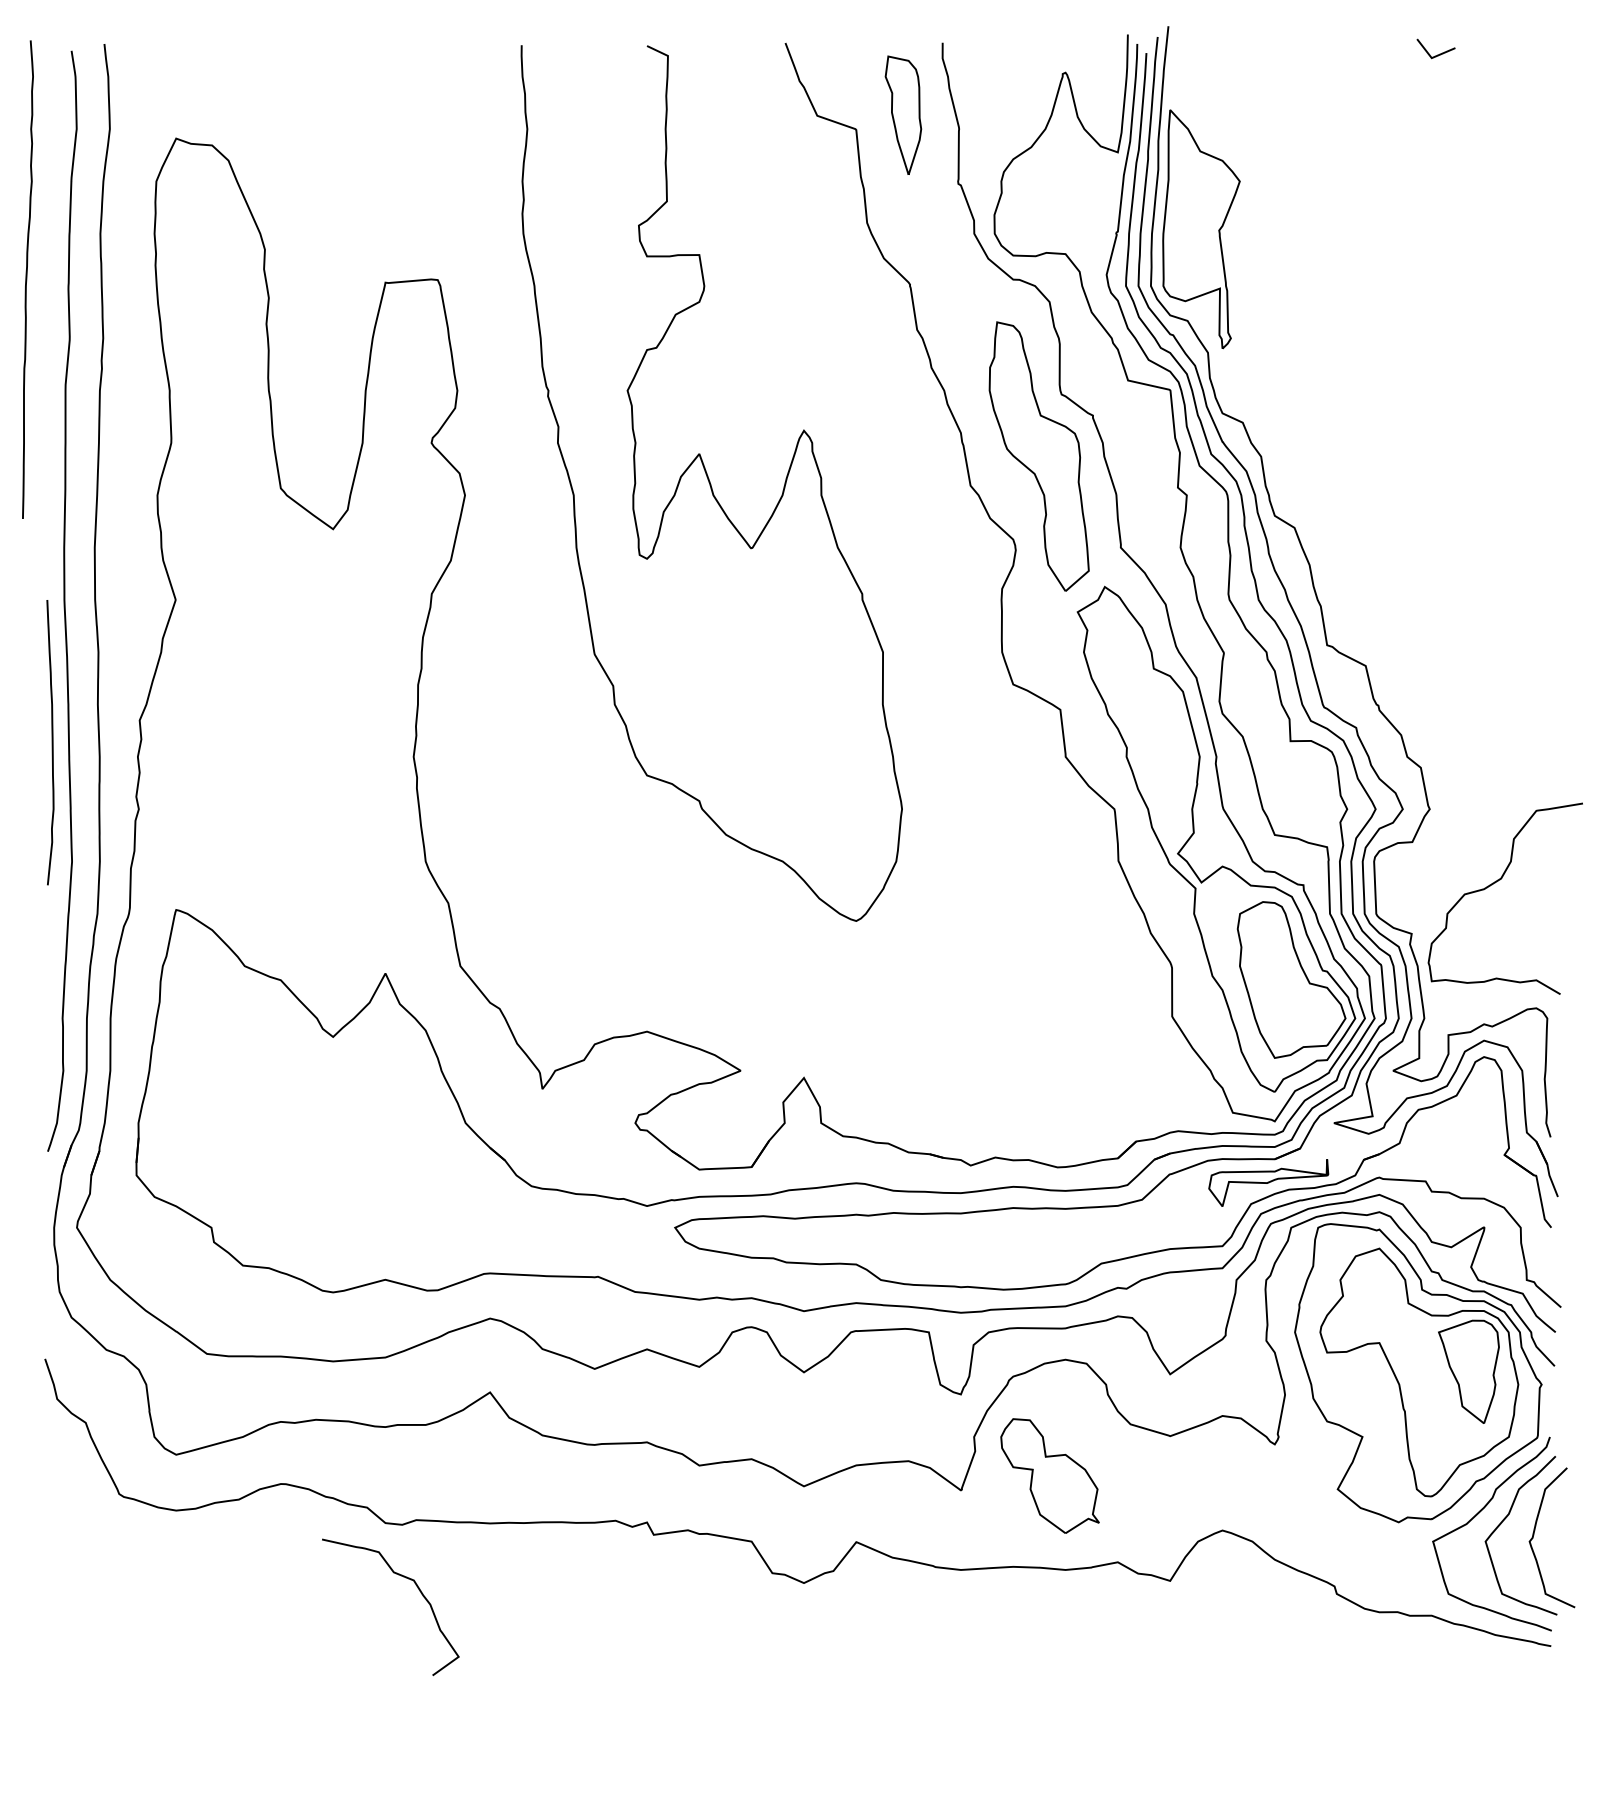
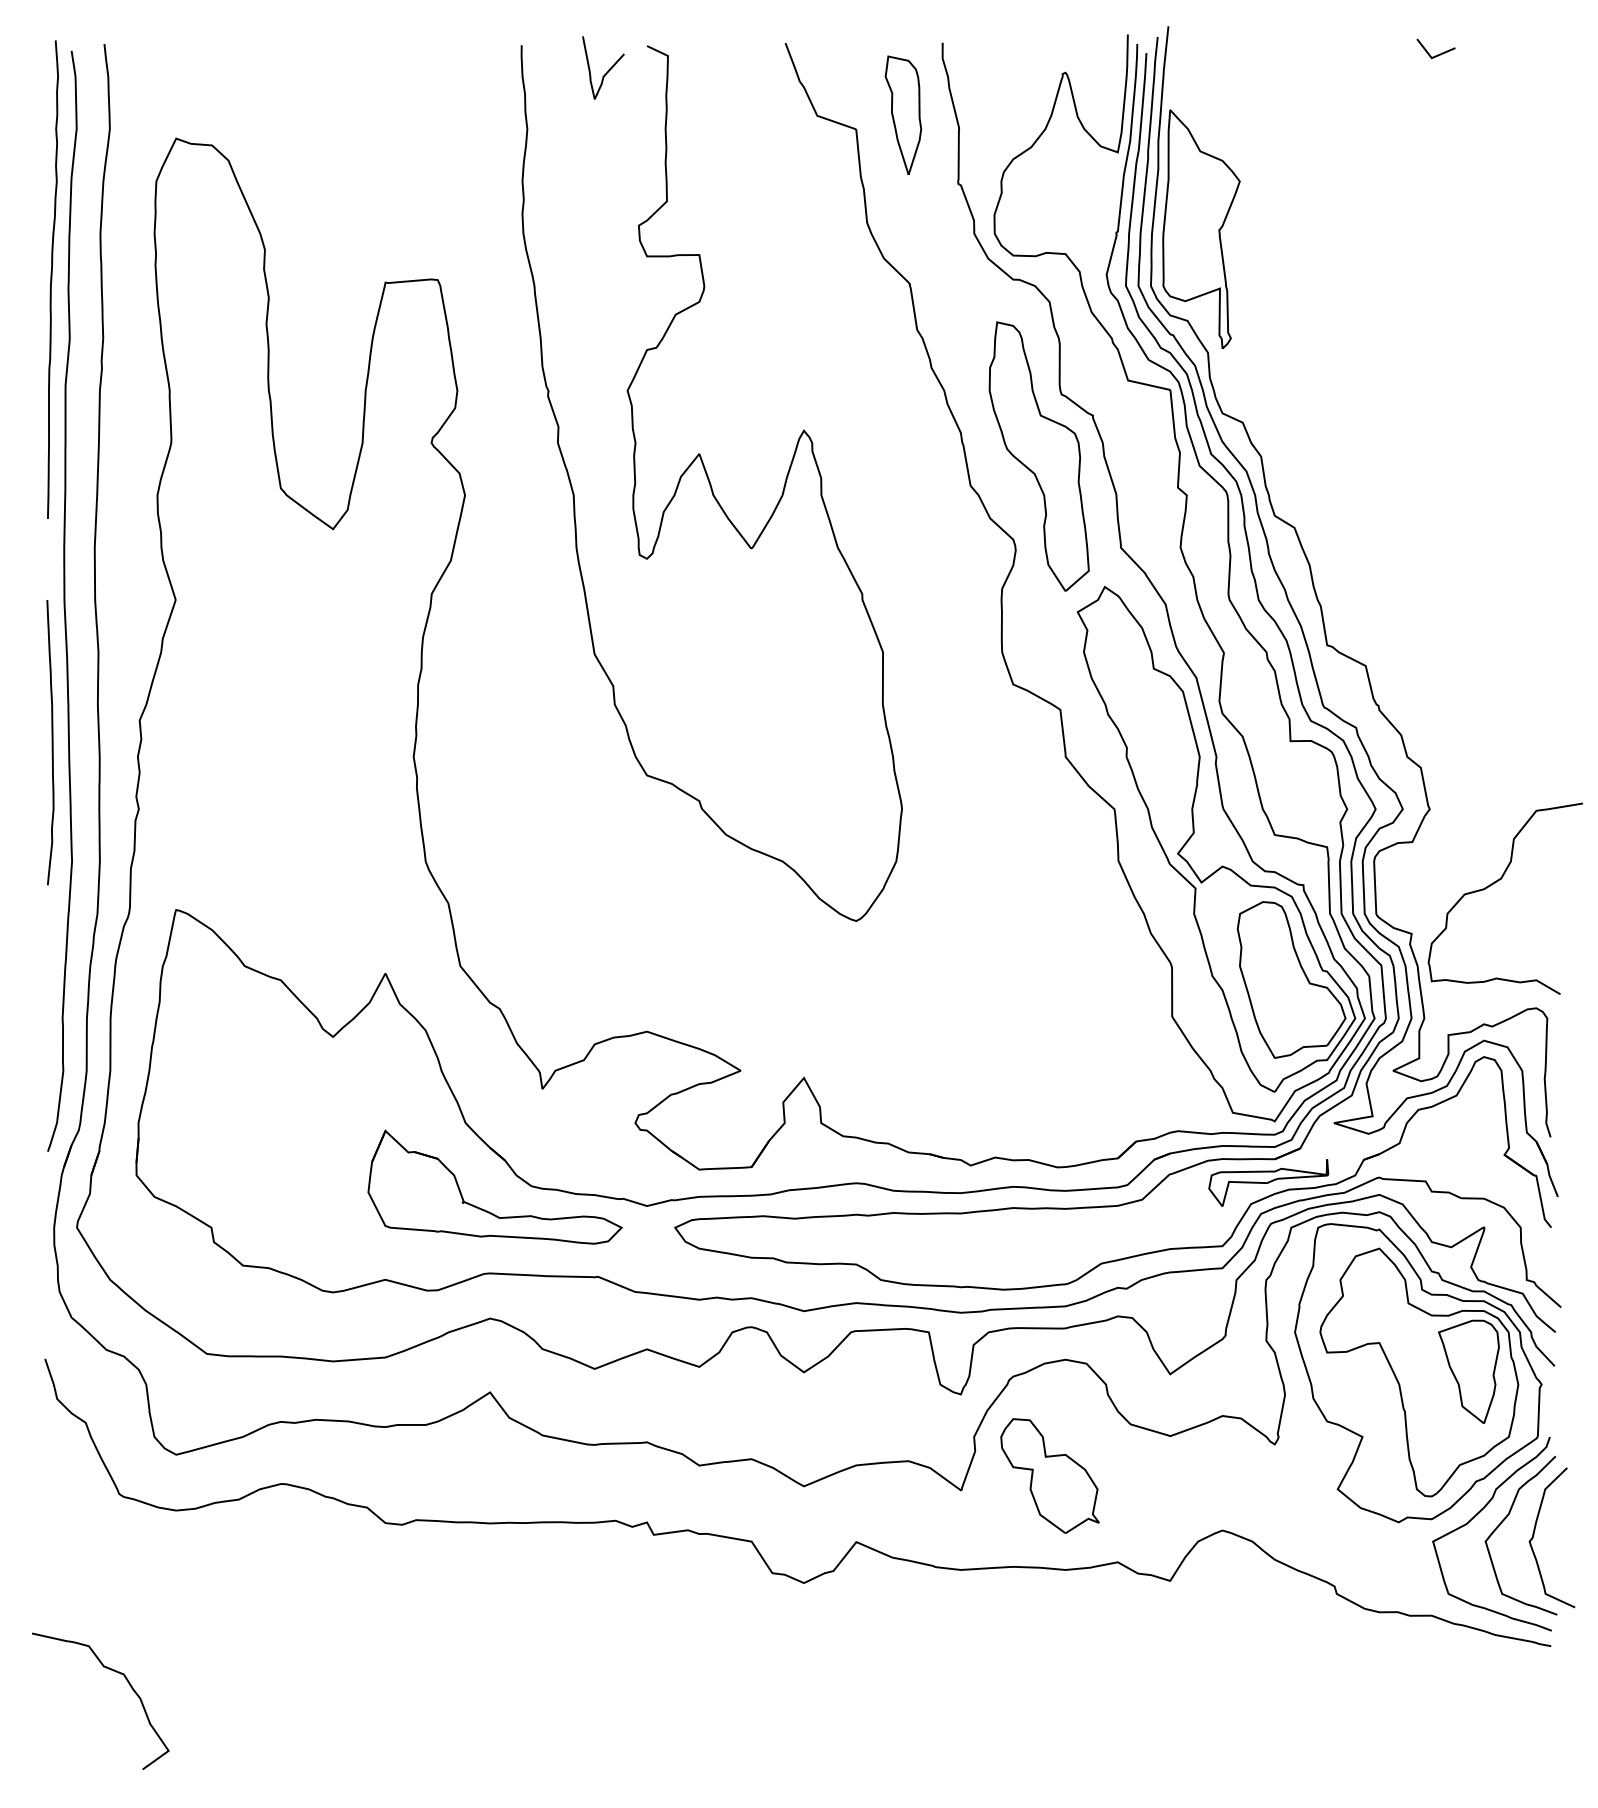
curve at (607, 70): none -> present
curve at (27, 279) position: (27, 279) -> (52, 279)
part at (487, 1210): none -> present
curve at (405, 1578) position: (405, 1578) -> (115, 1672)
